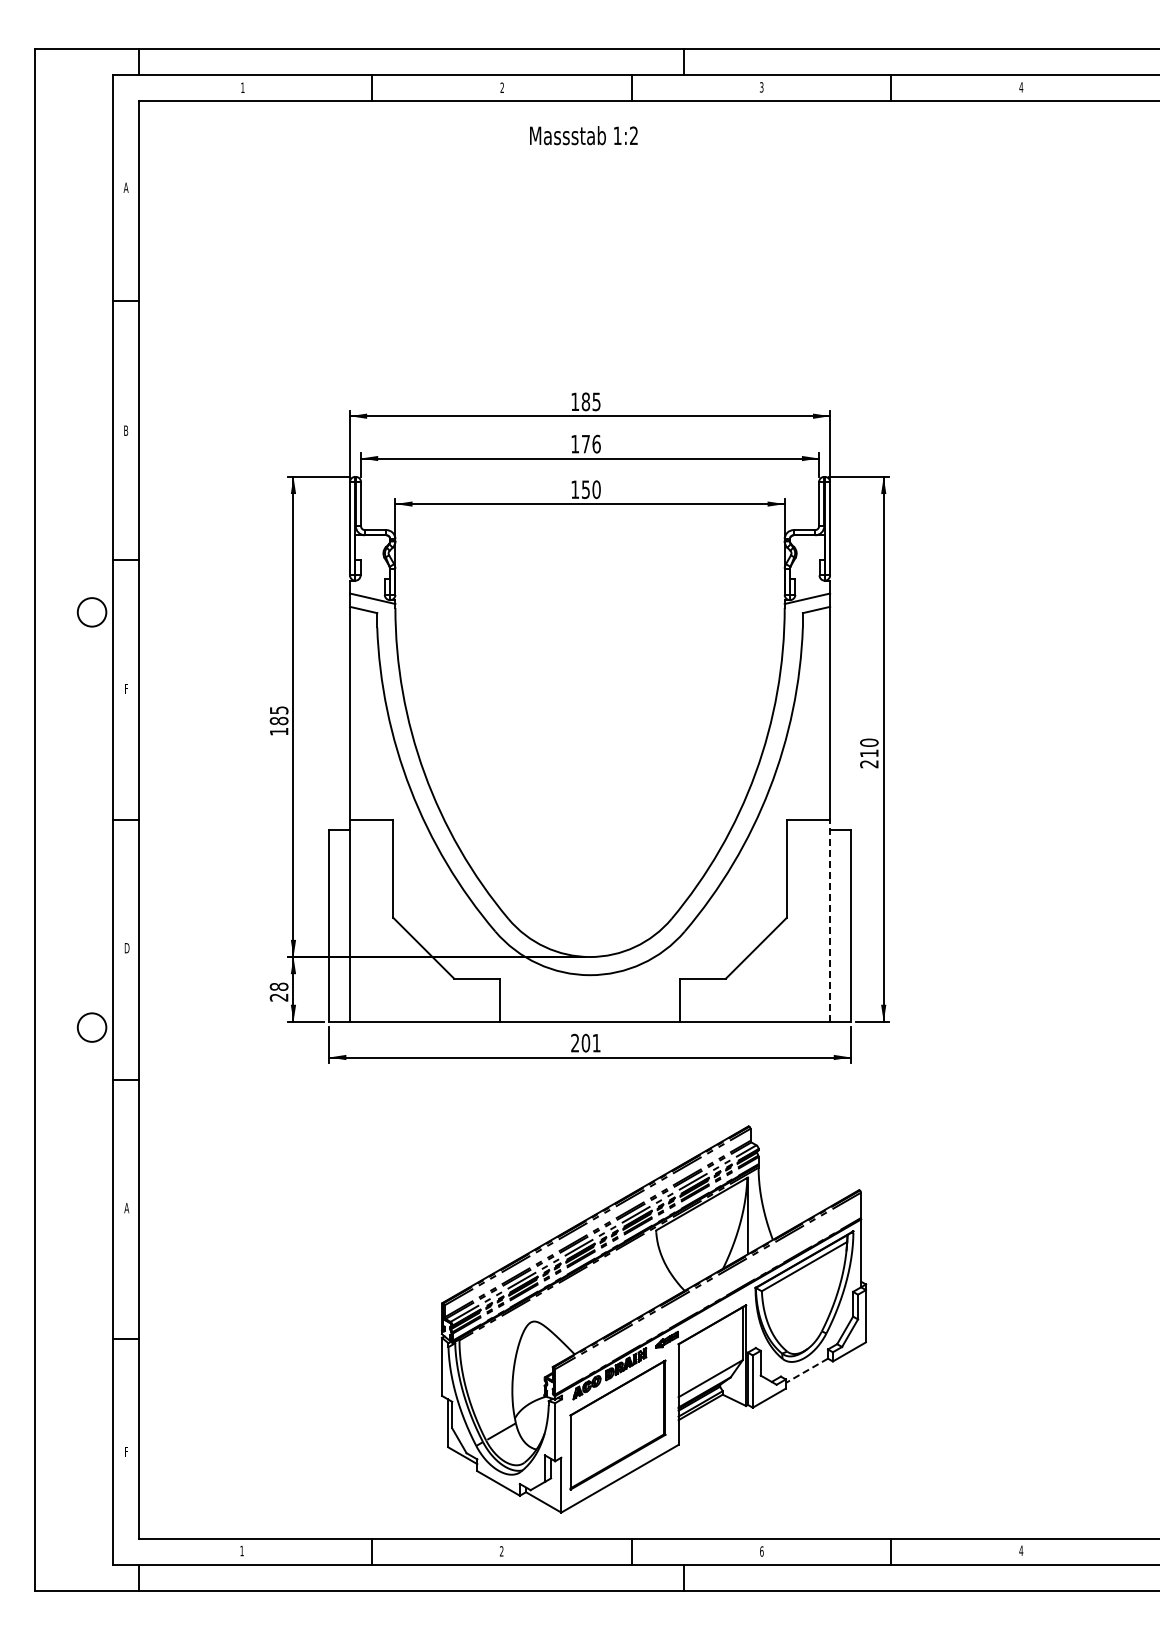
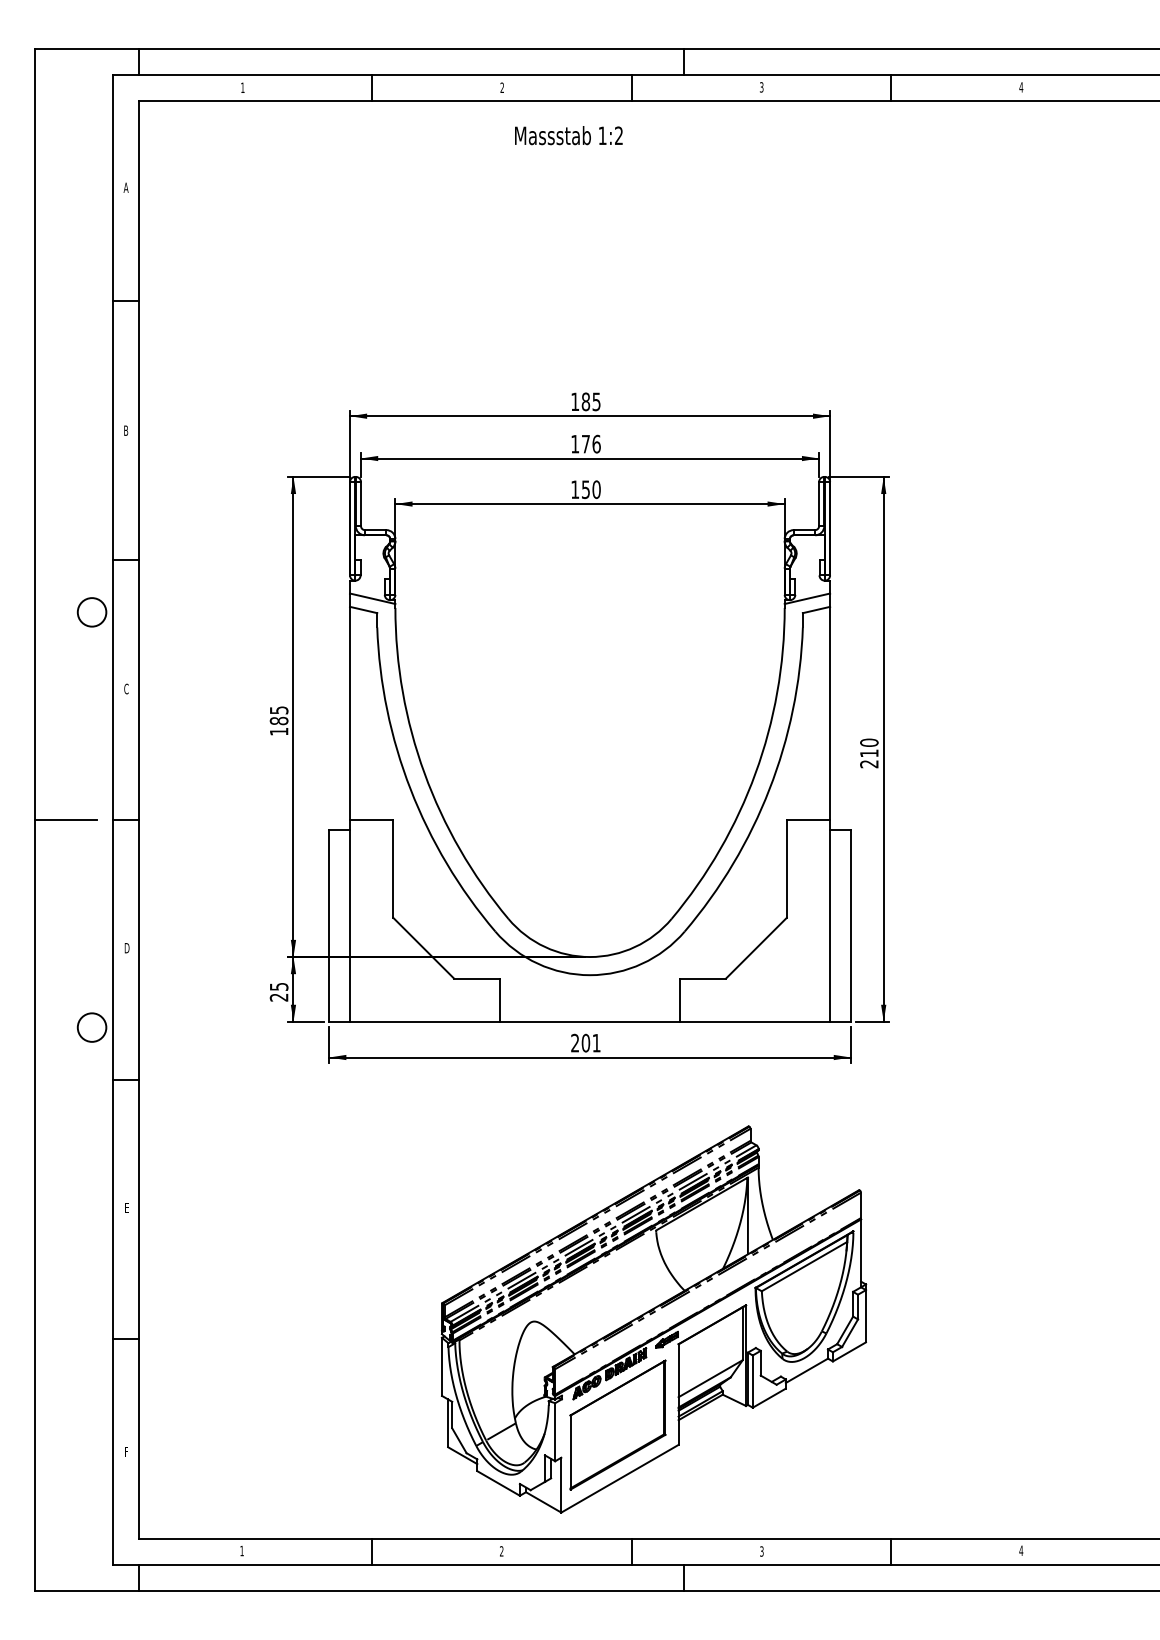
text at (583, 135) position: (583, 135) -> (568, 135)
text at (126, 688): F -> C
line at (65, 820): none -> present
line at (830, 921): dashed -> solid
text at (278, 986): 28 -> 25
text at (126, 1208): A -> E
line at (806, 1371): dashed -> solid
text at (761, 1551): 6 -> 3
